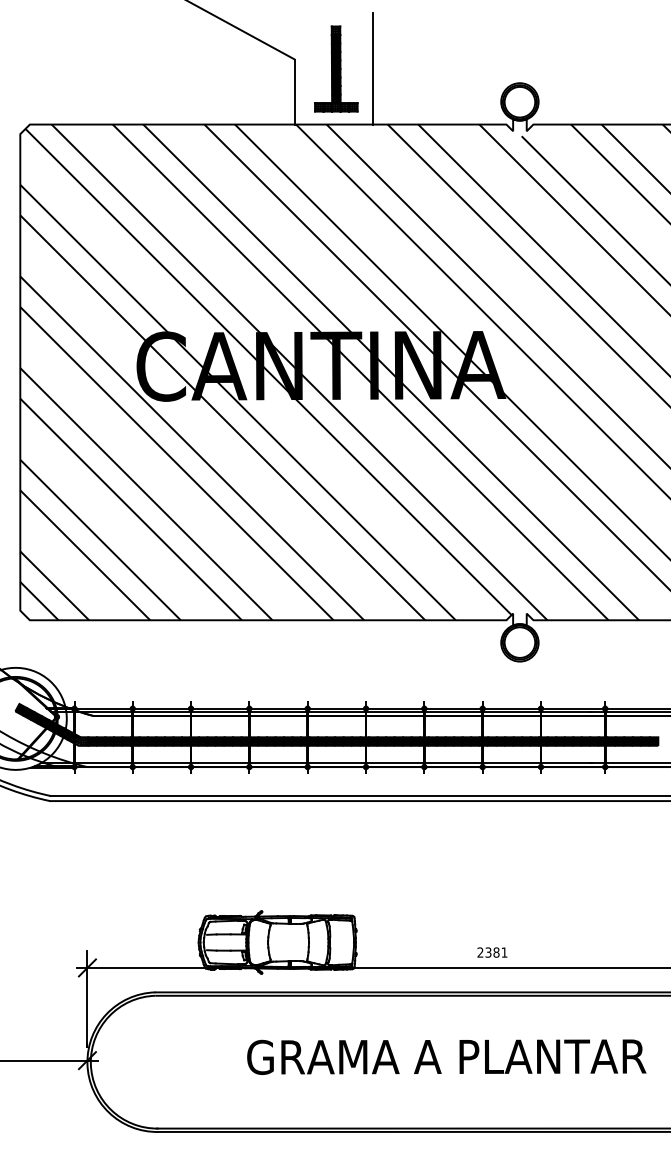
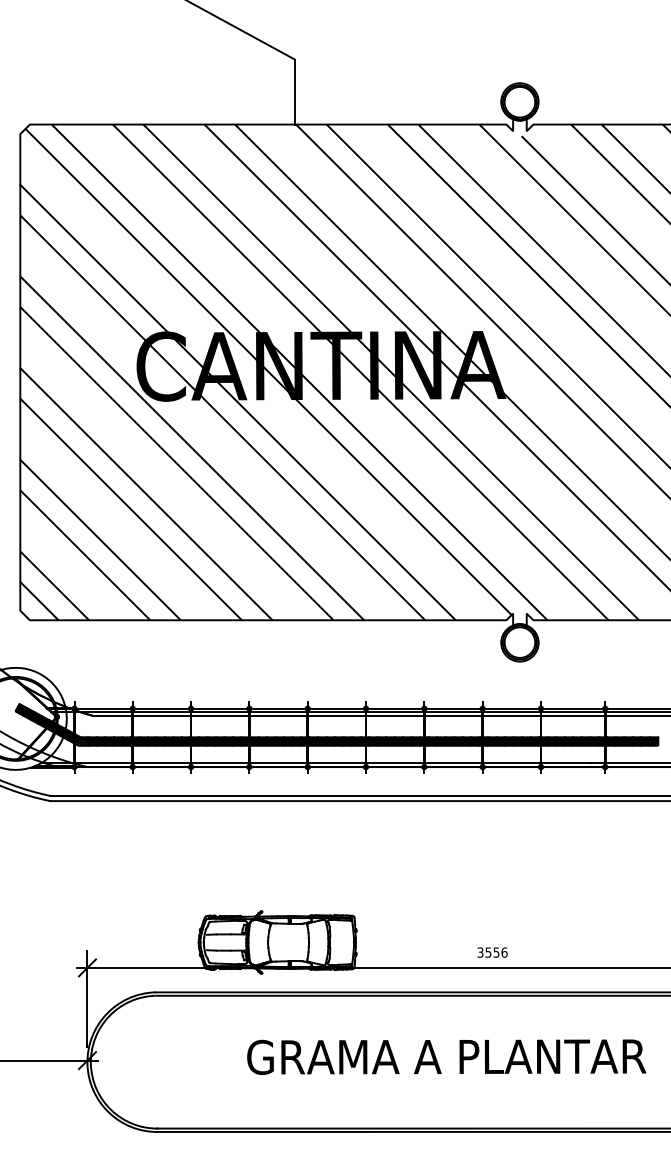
part at (336, 68): present -> none
line at (373, 68): present -> none
text at (492, 952): 2381 -> 3556
